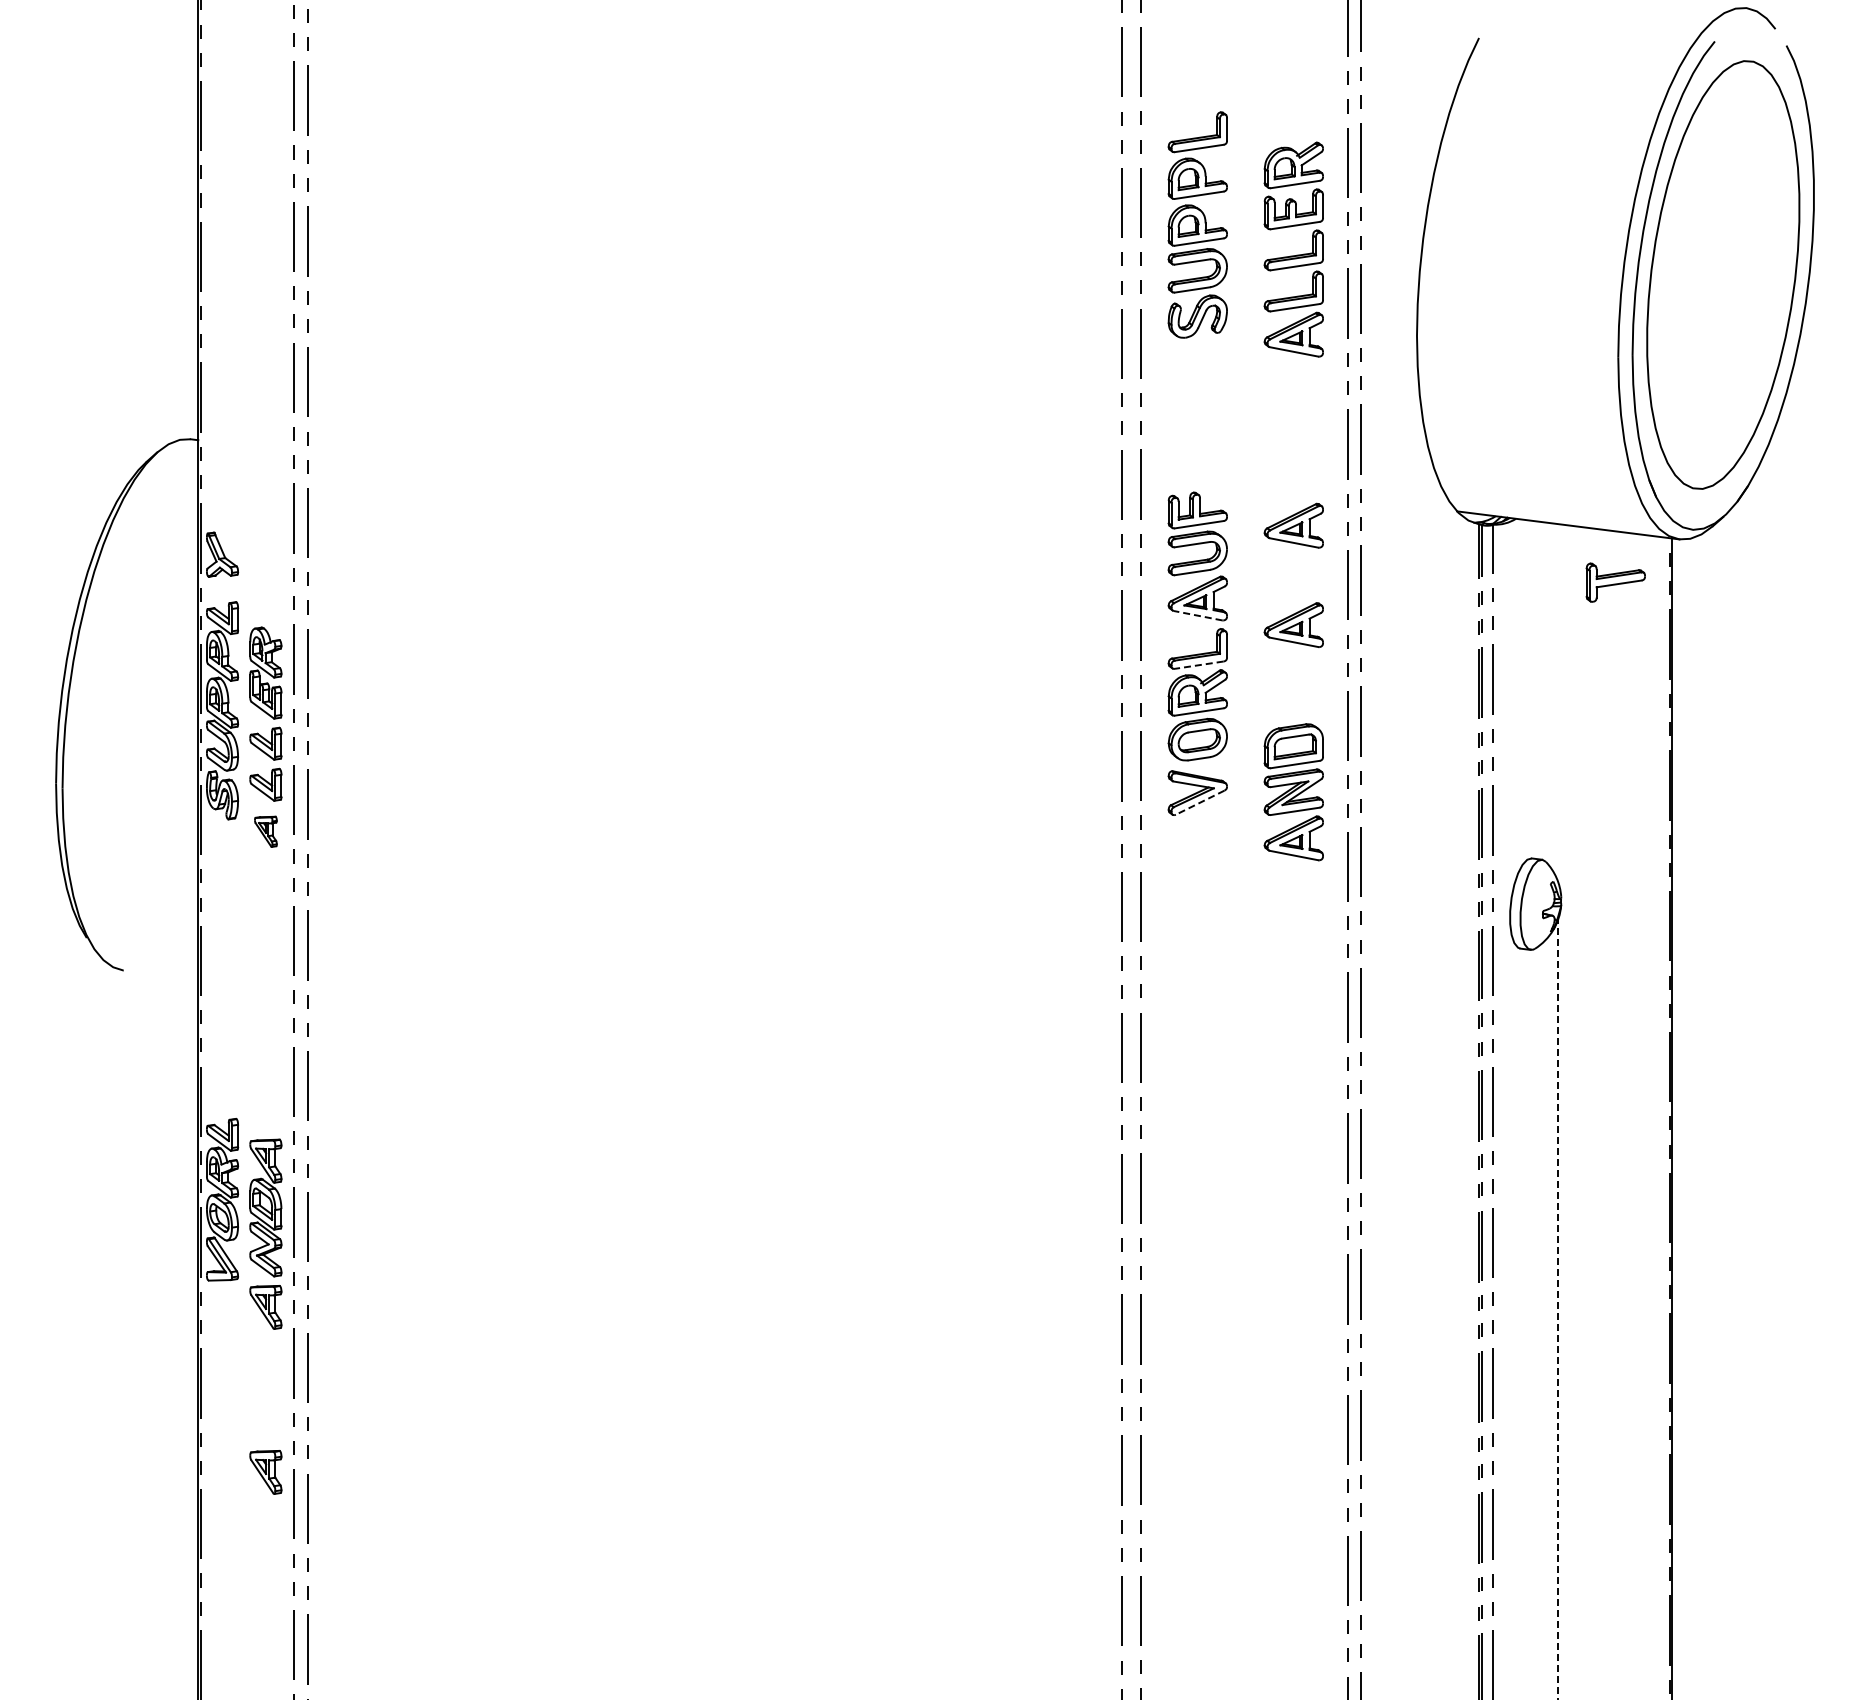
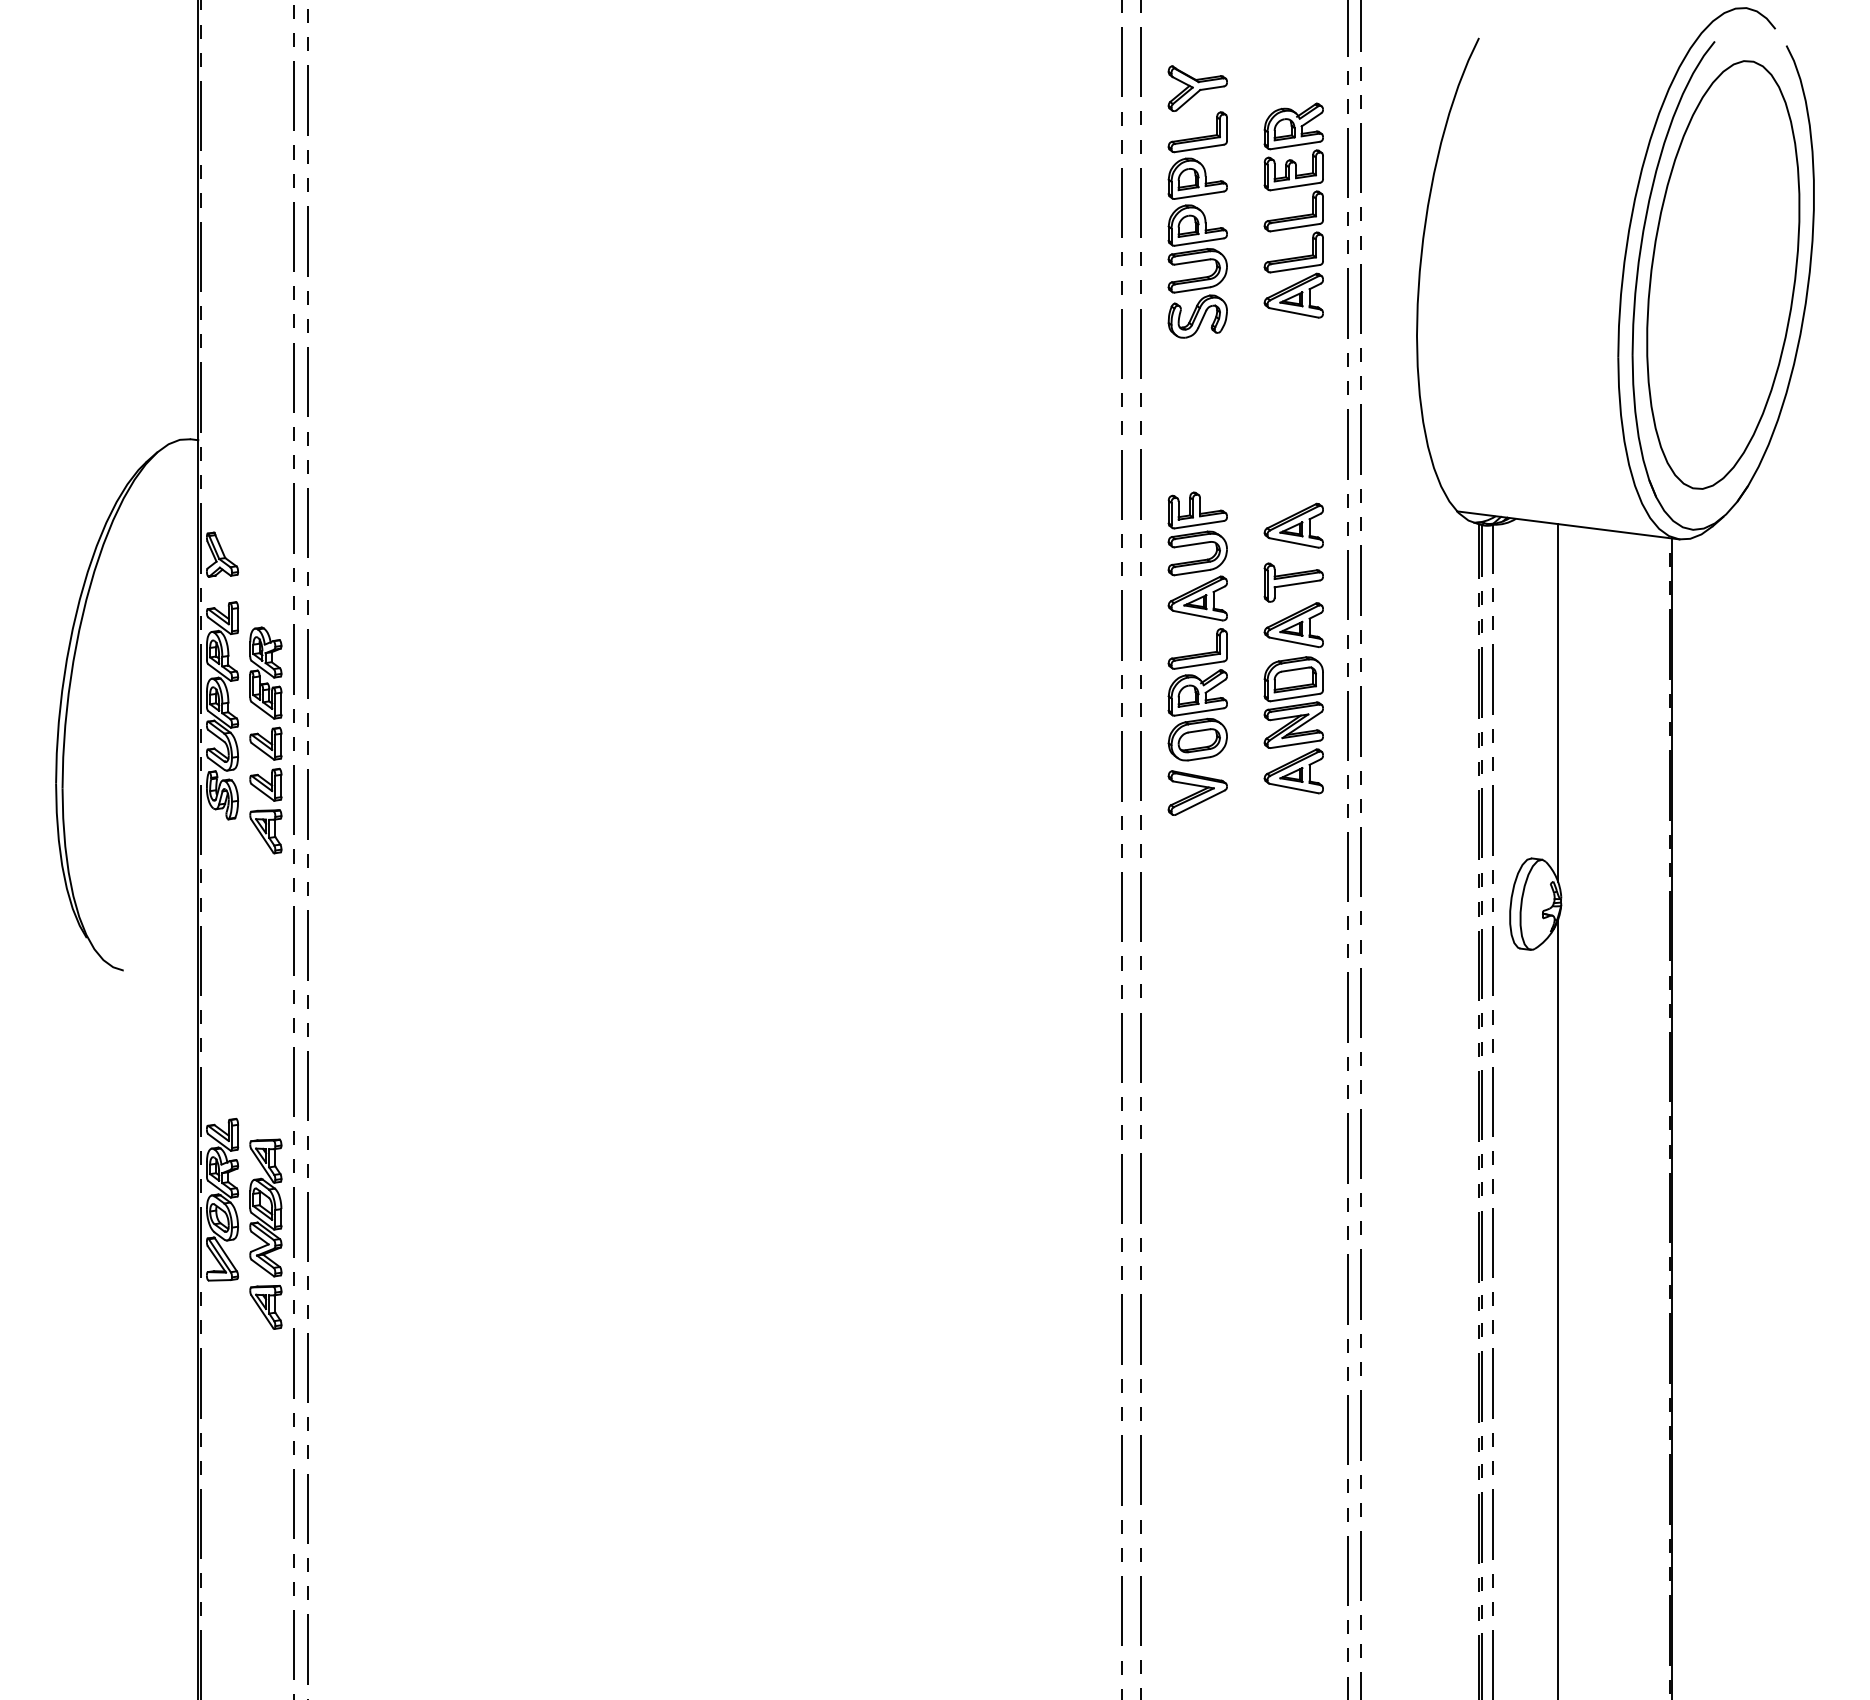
part at (1197, 88): none -> present
part at (1293, 249) position: (1293, 249) -> (1293, 210)
part at (1615, 582) position: (1615, 582) -> (1293, 582)
line at (1198, 615): dashed -> solid
line at (1199, 665): dashed -> solid
line at (1558, 702): none -> present
part at (1293, 792) position: (1293, 792) -> (1293, 725)
line at (1199, 802): dashed -> solid
part at (265, 831) size: 24x33 px -> 34x46 px
line at (1558, 1309): dashed -> solid
part at (265, 1472): present -> none
